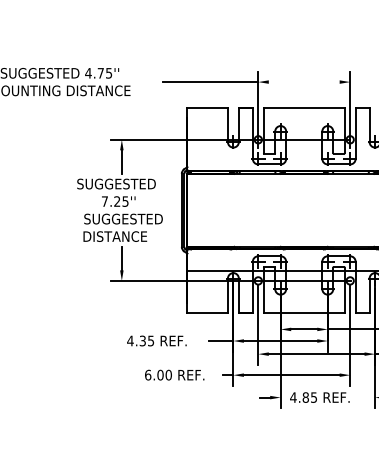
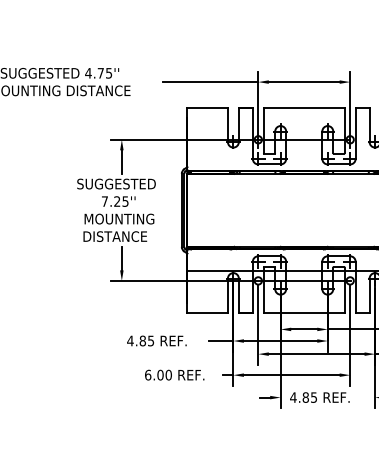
line at (303, 82): none -> present
text at (123, 218): SUGGESTED -> MOUNTING
text at (142, 340): 4.35 -> 4.85
